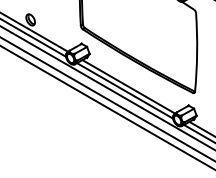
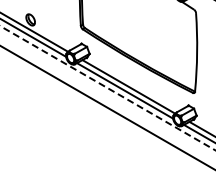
line at (108, 88): solid -> dashed
line at (107, 98): present -> none
